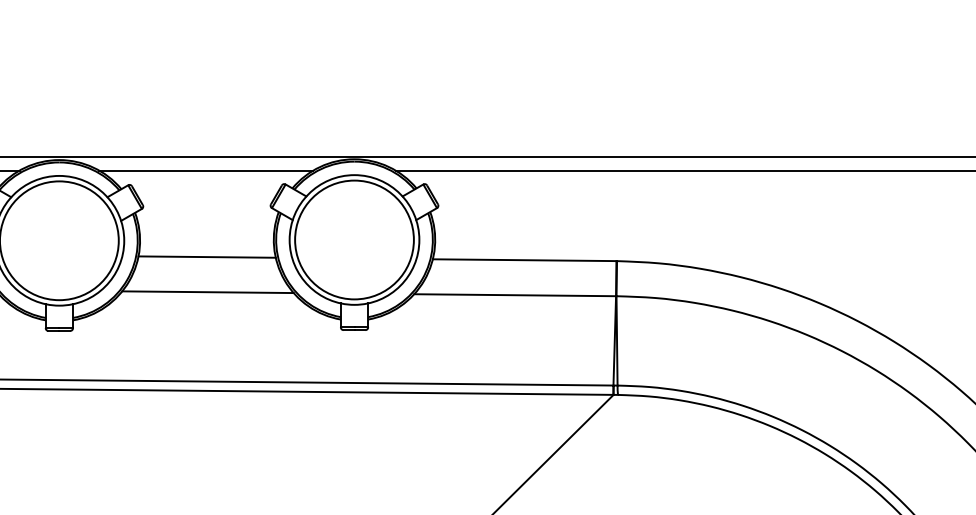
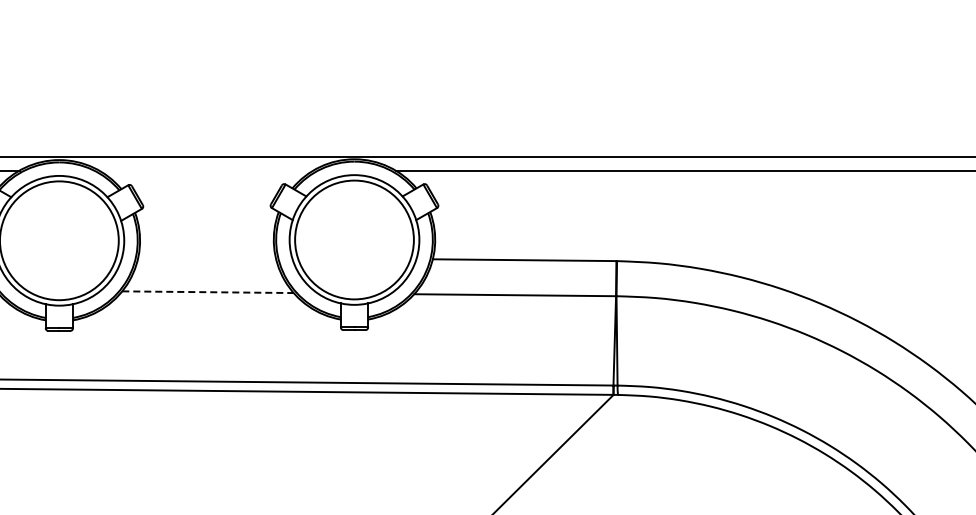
line at (206, 170): present -> none
line at (206, 256): present -> none
line at (207, 292): solid -> dashed
